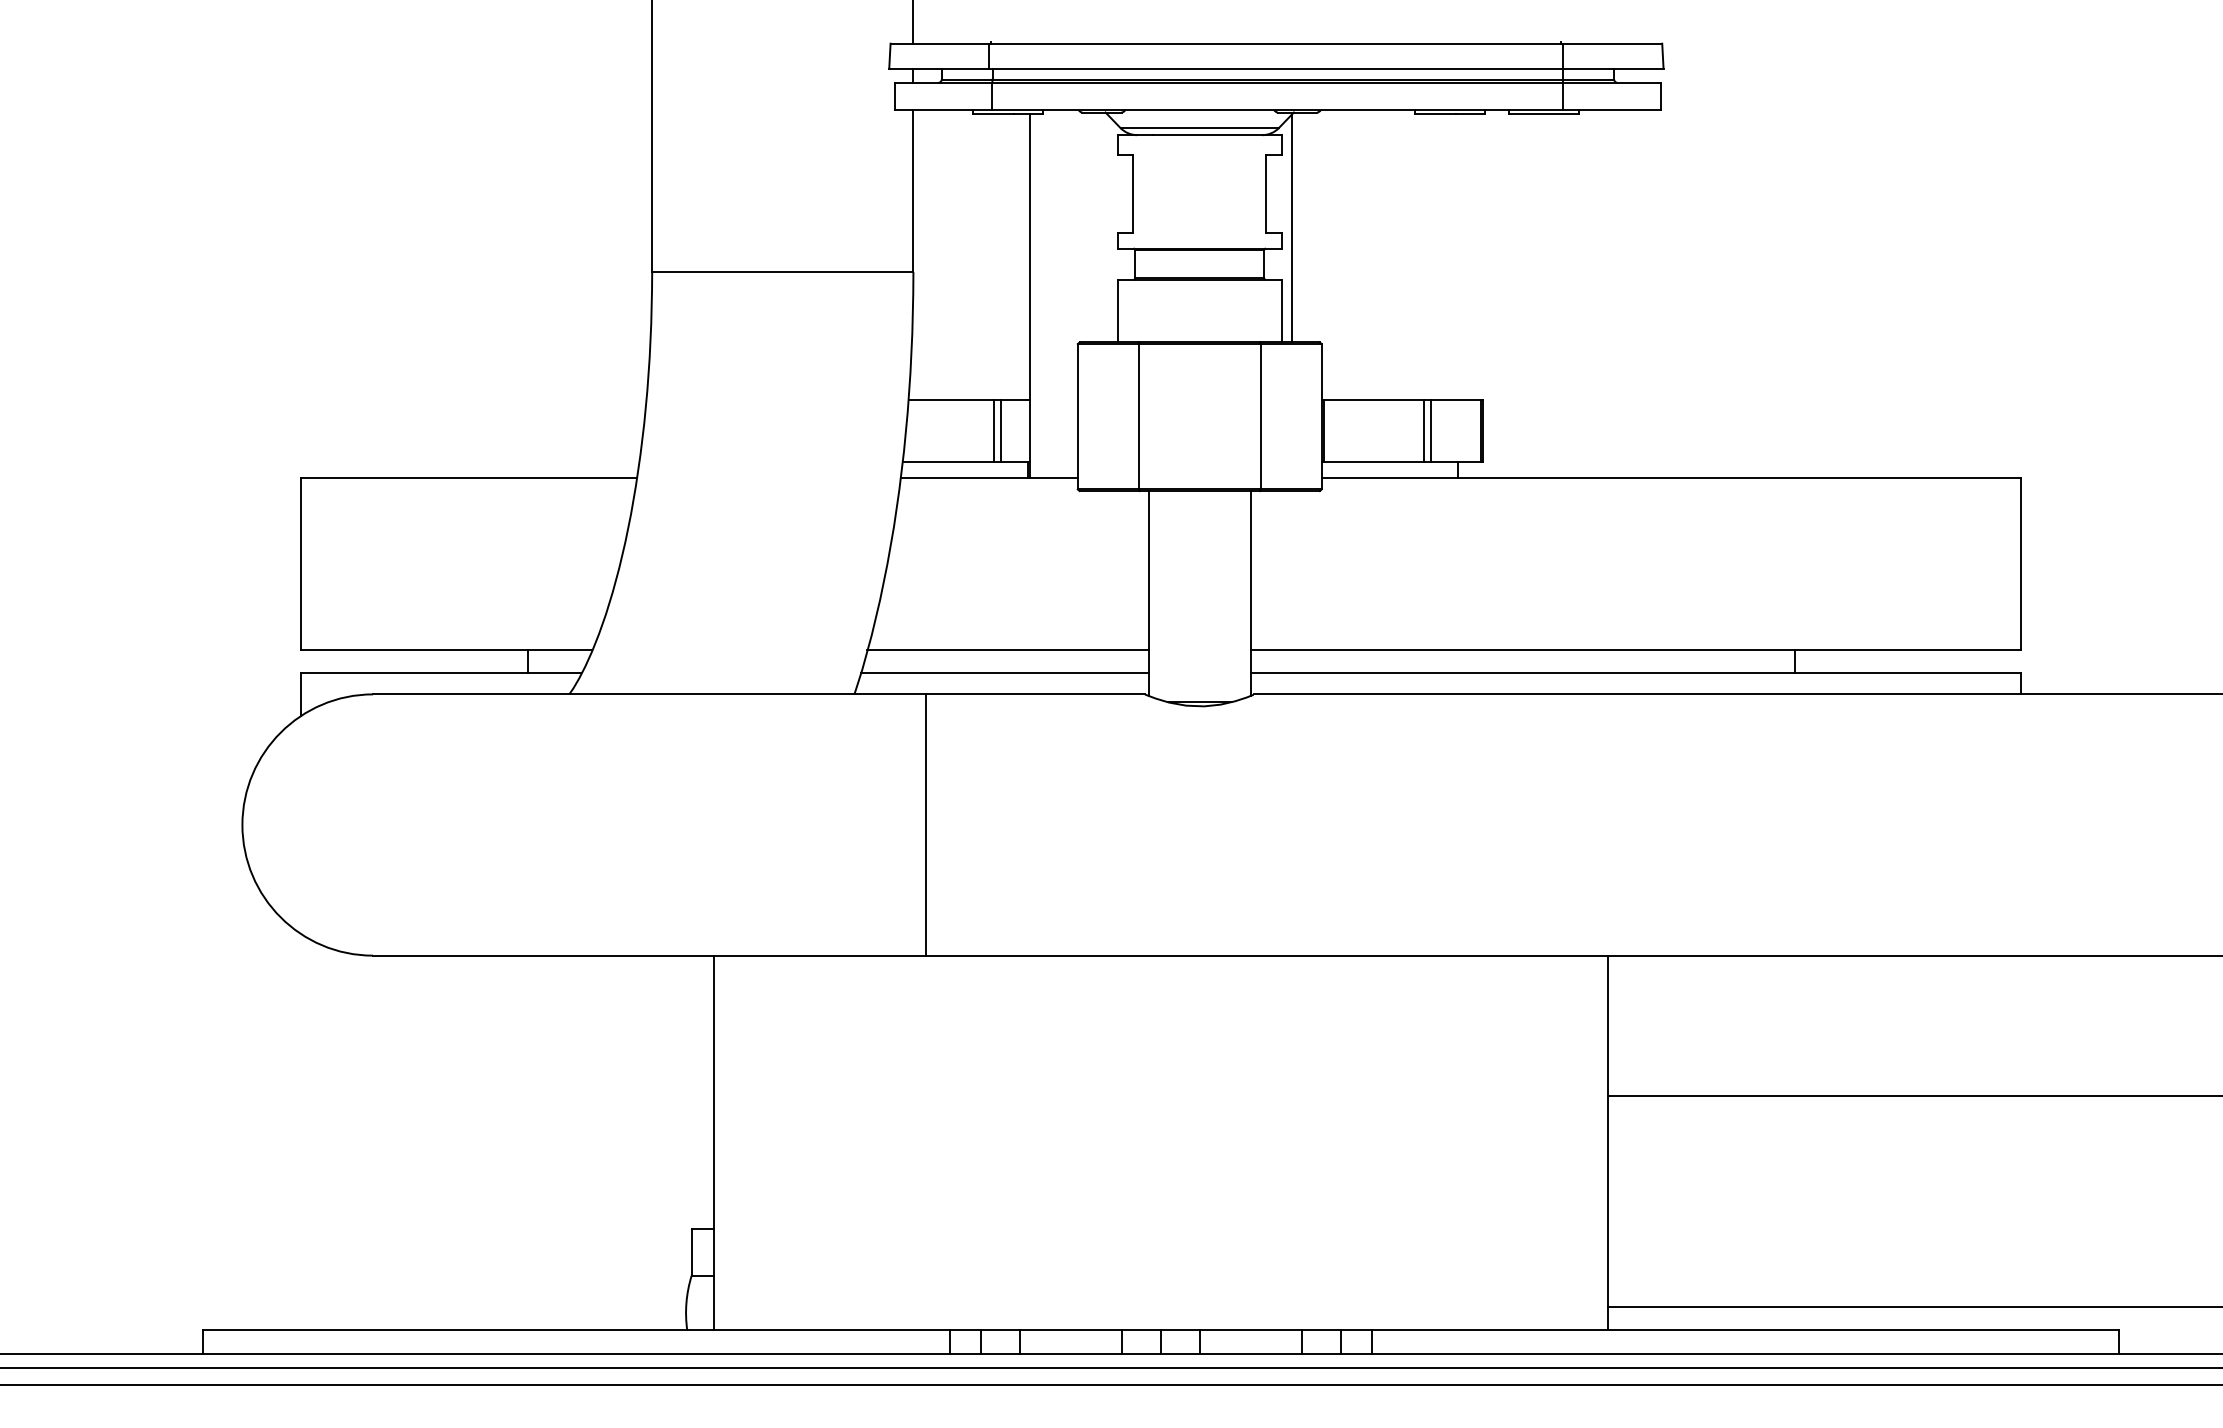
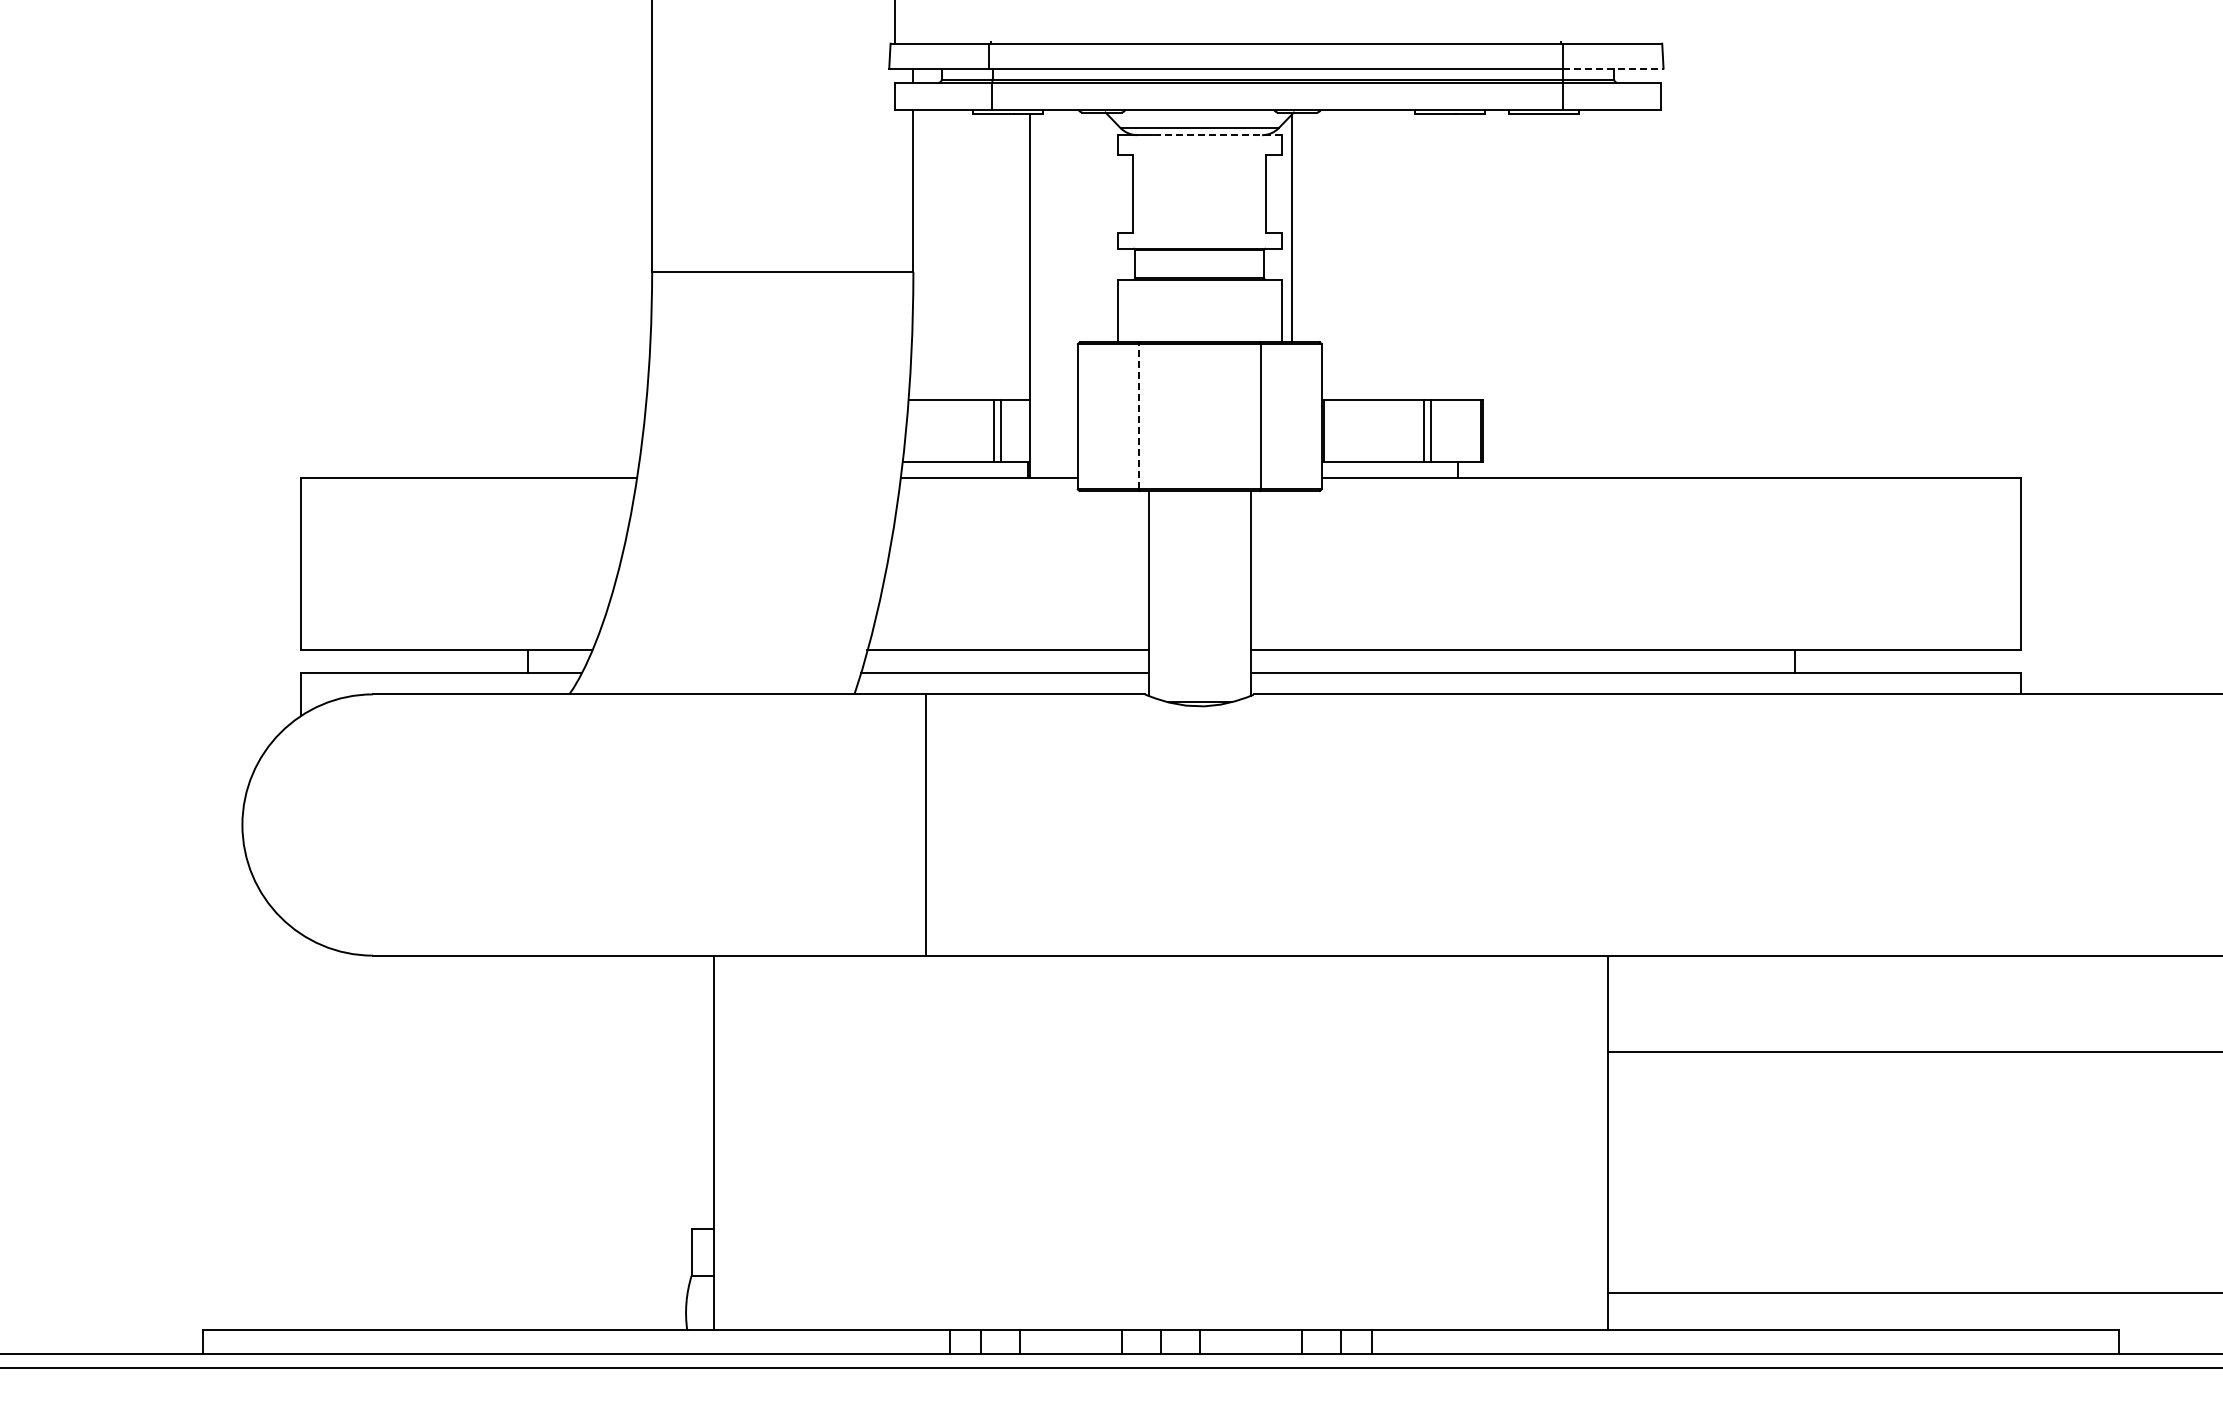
line at (913, 22) position: (913, 22) -> (895, 22)
line at (1614, 68): solid -> dashed
line at (1216, 135): solid -> dashed
line at (1138, 416): solid -> dashed
line at (1913, 1095) position: (1913, 1095) -> (1913, 1051)
line at (1913, 1306) position: (1913, 1306) -> (1913, 1292)
line at (1110, 1385): present -> none
